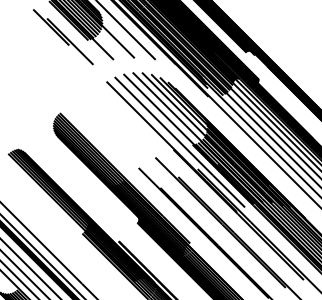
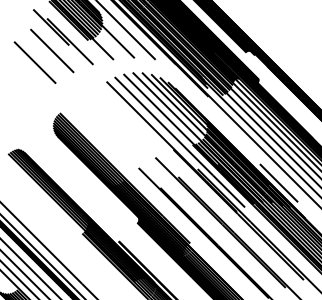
line at (52, 50): none -> present
line at (35, 62): none -> present
line at (278, 183): none -> present
